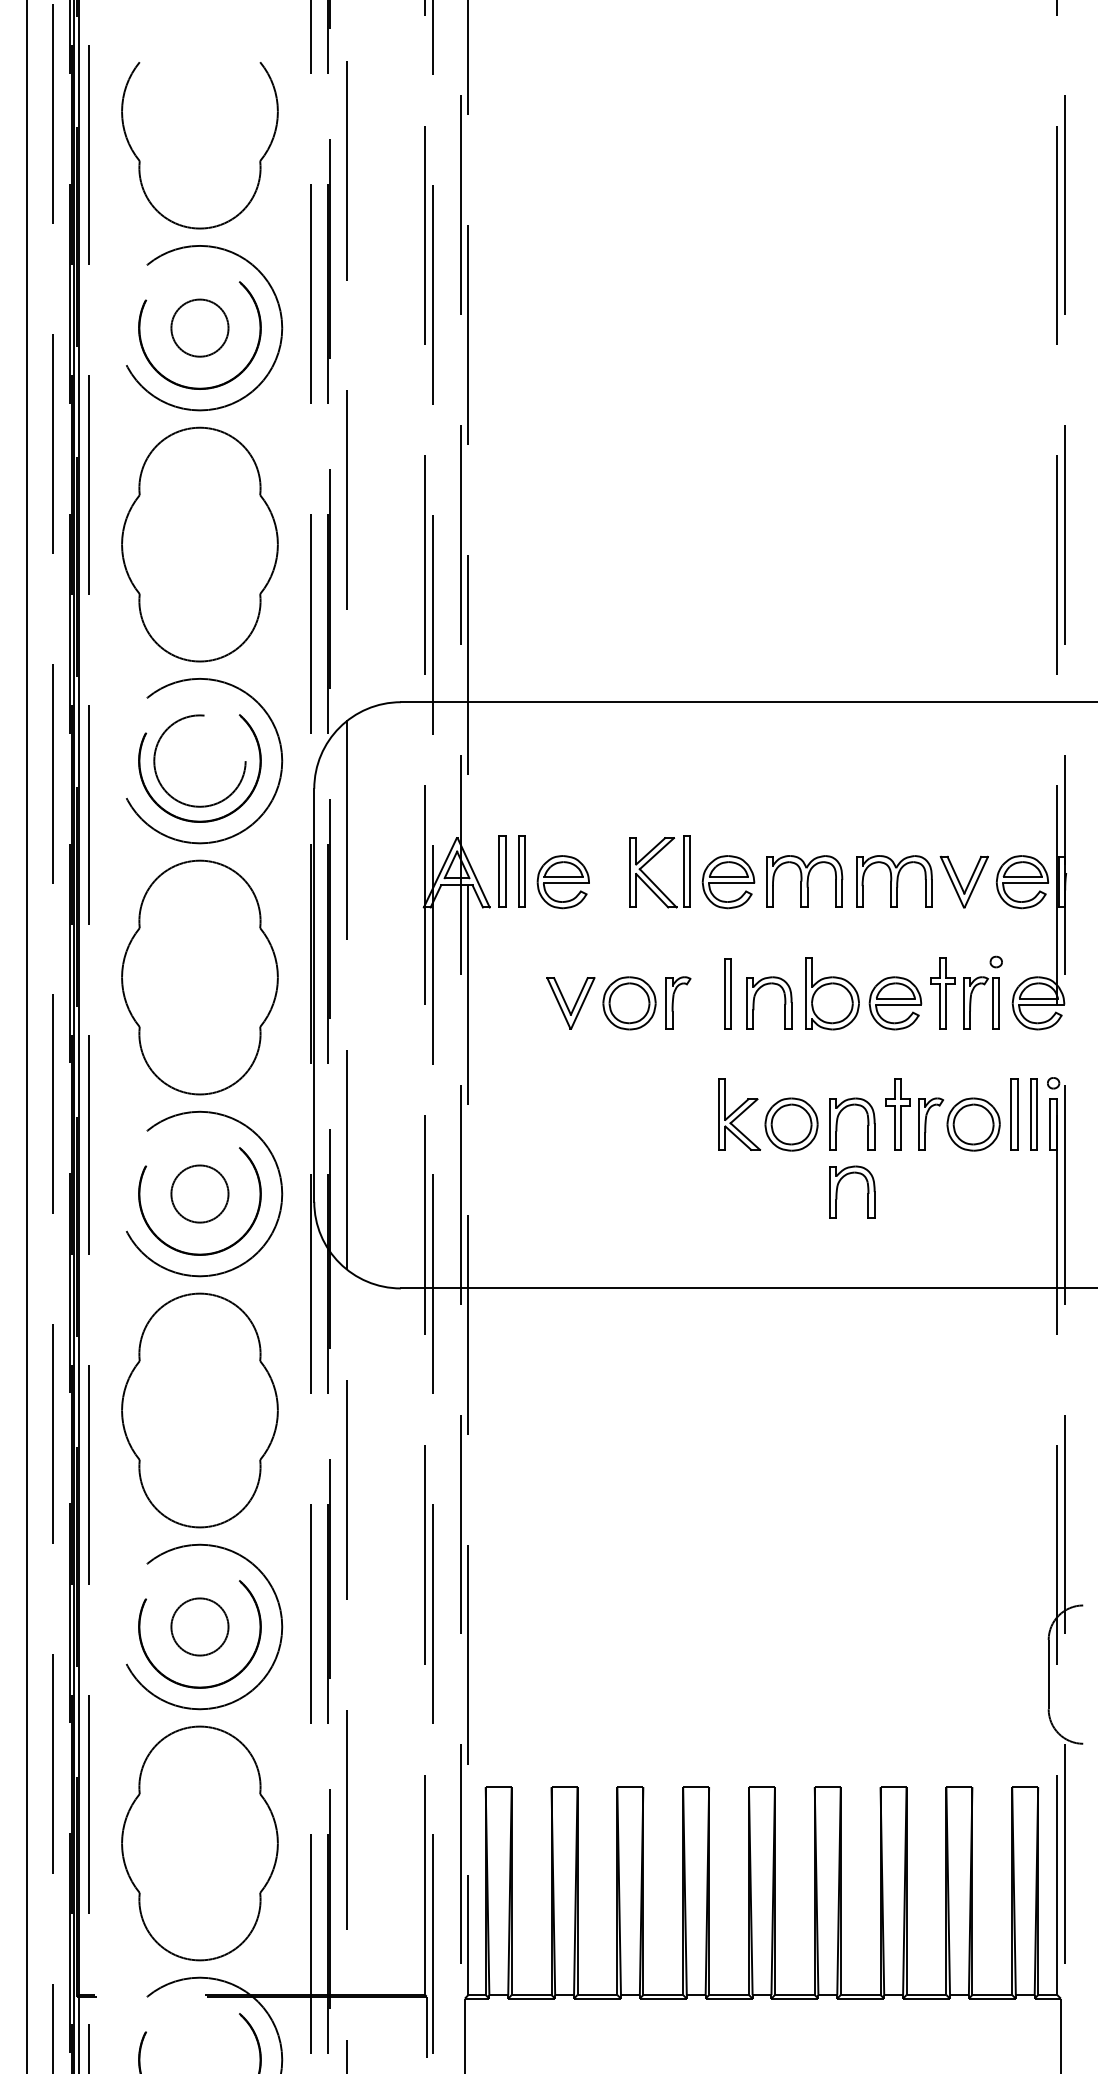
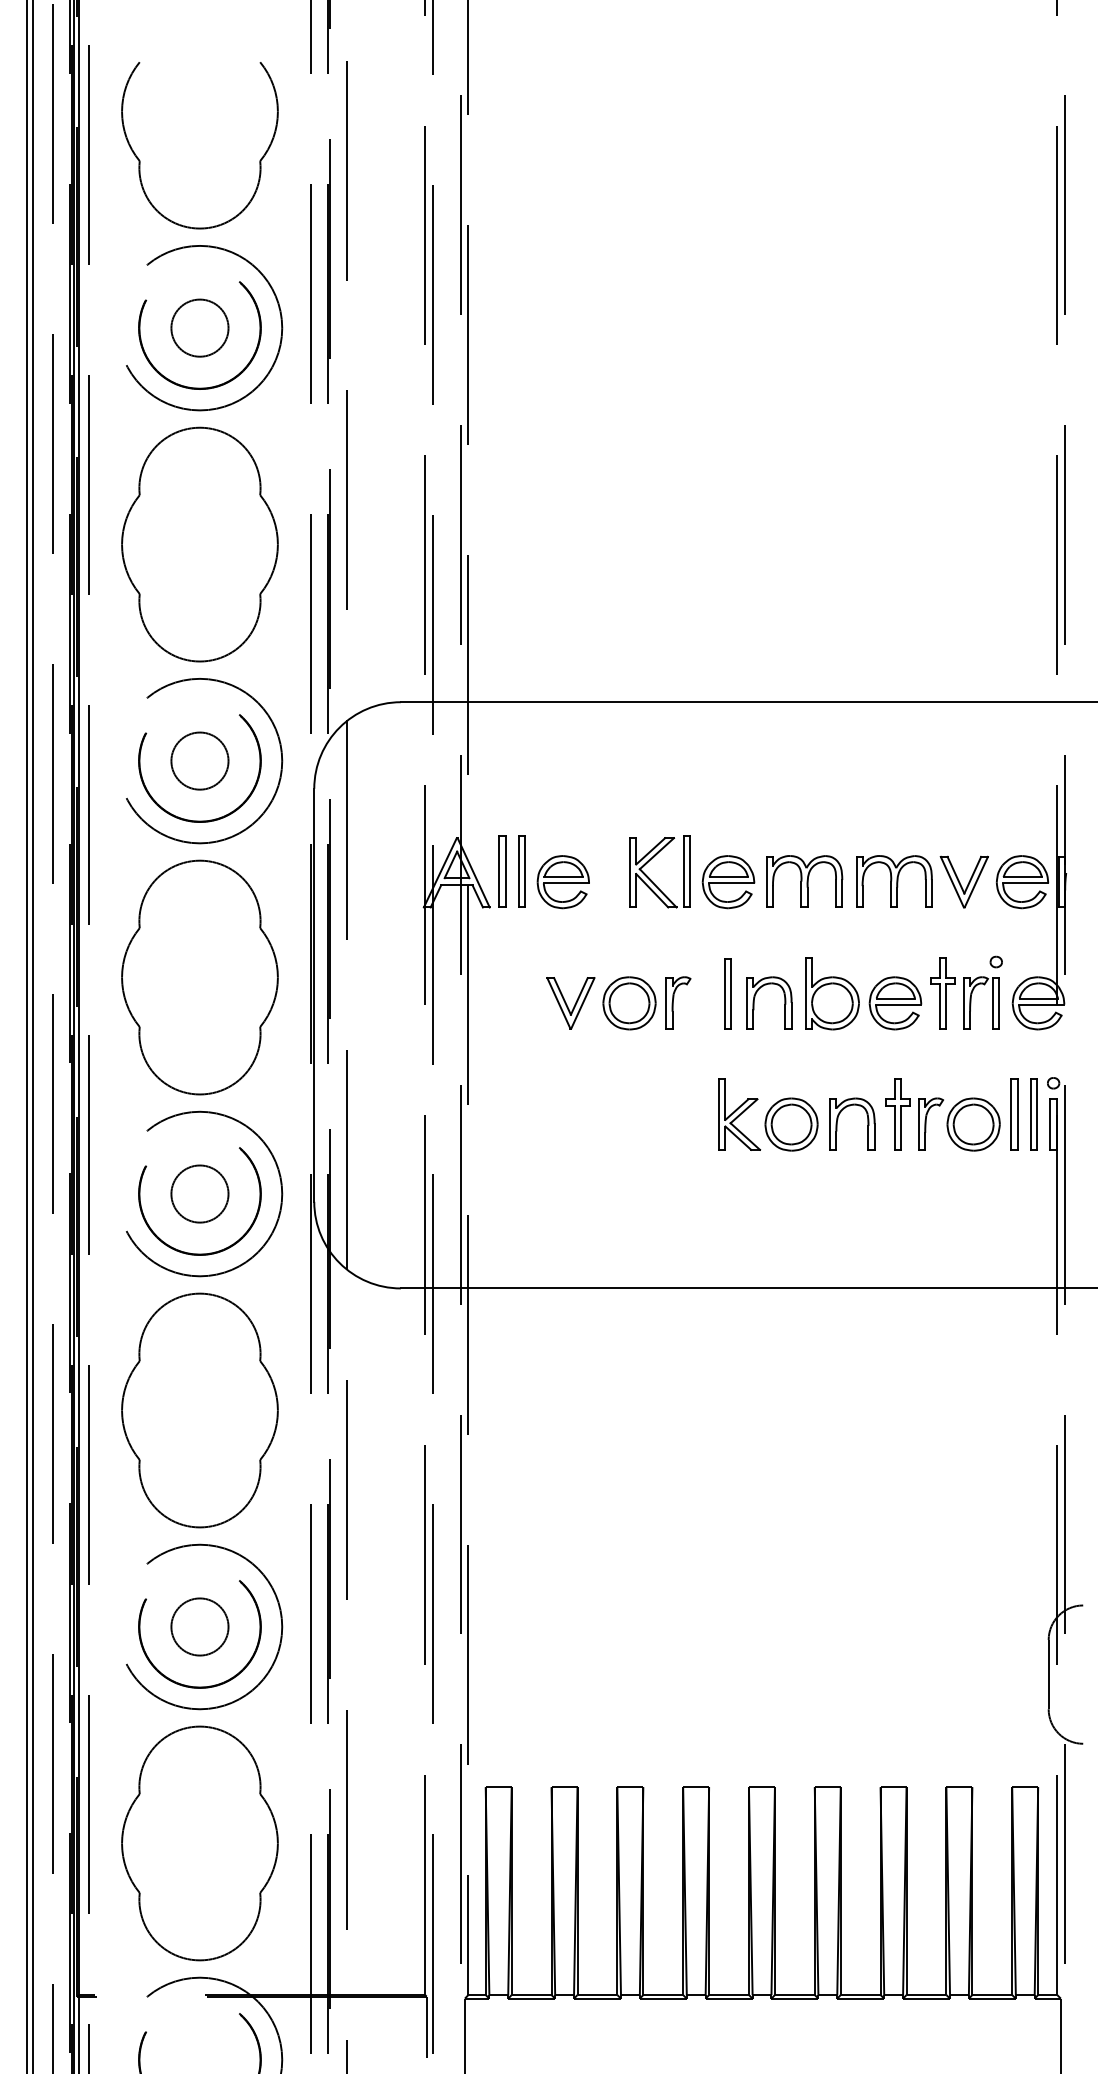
circle at (199, 760) diameter: 91 px -> 57 px
line at (32, 1036): none -> present
part at (838, 1187): present -> none
